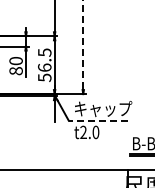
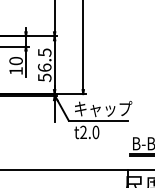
line at (83, 45): dashed -> solid
text at (15, 71): 80 -> 10
line at (98, 120): dashed -> solid
